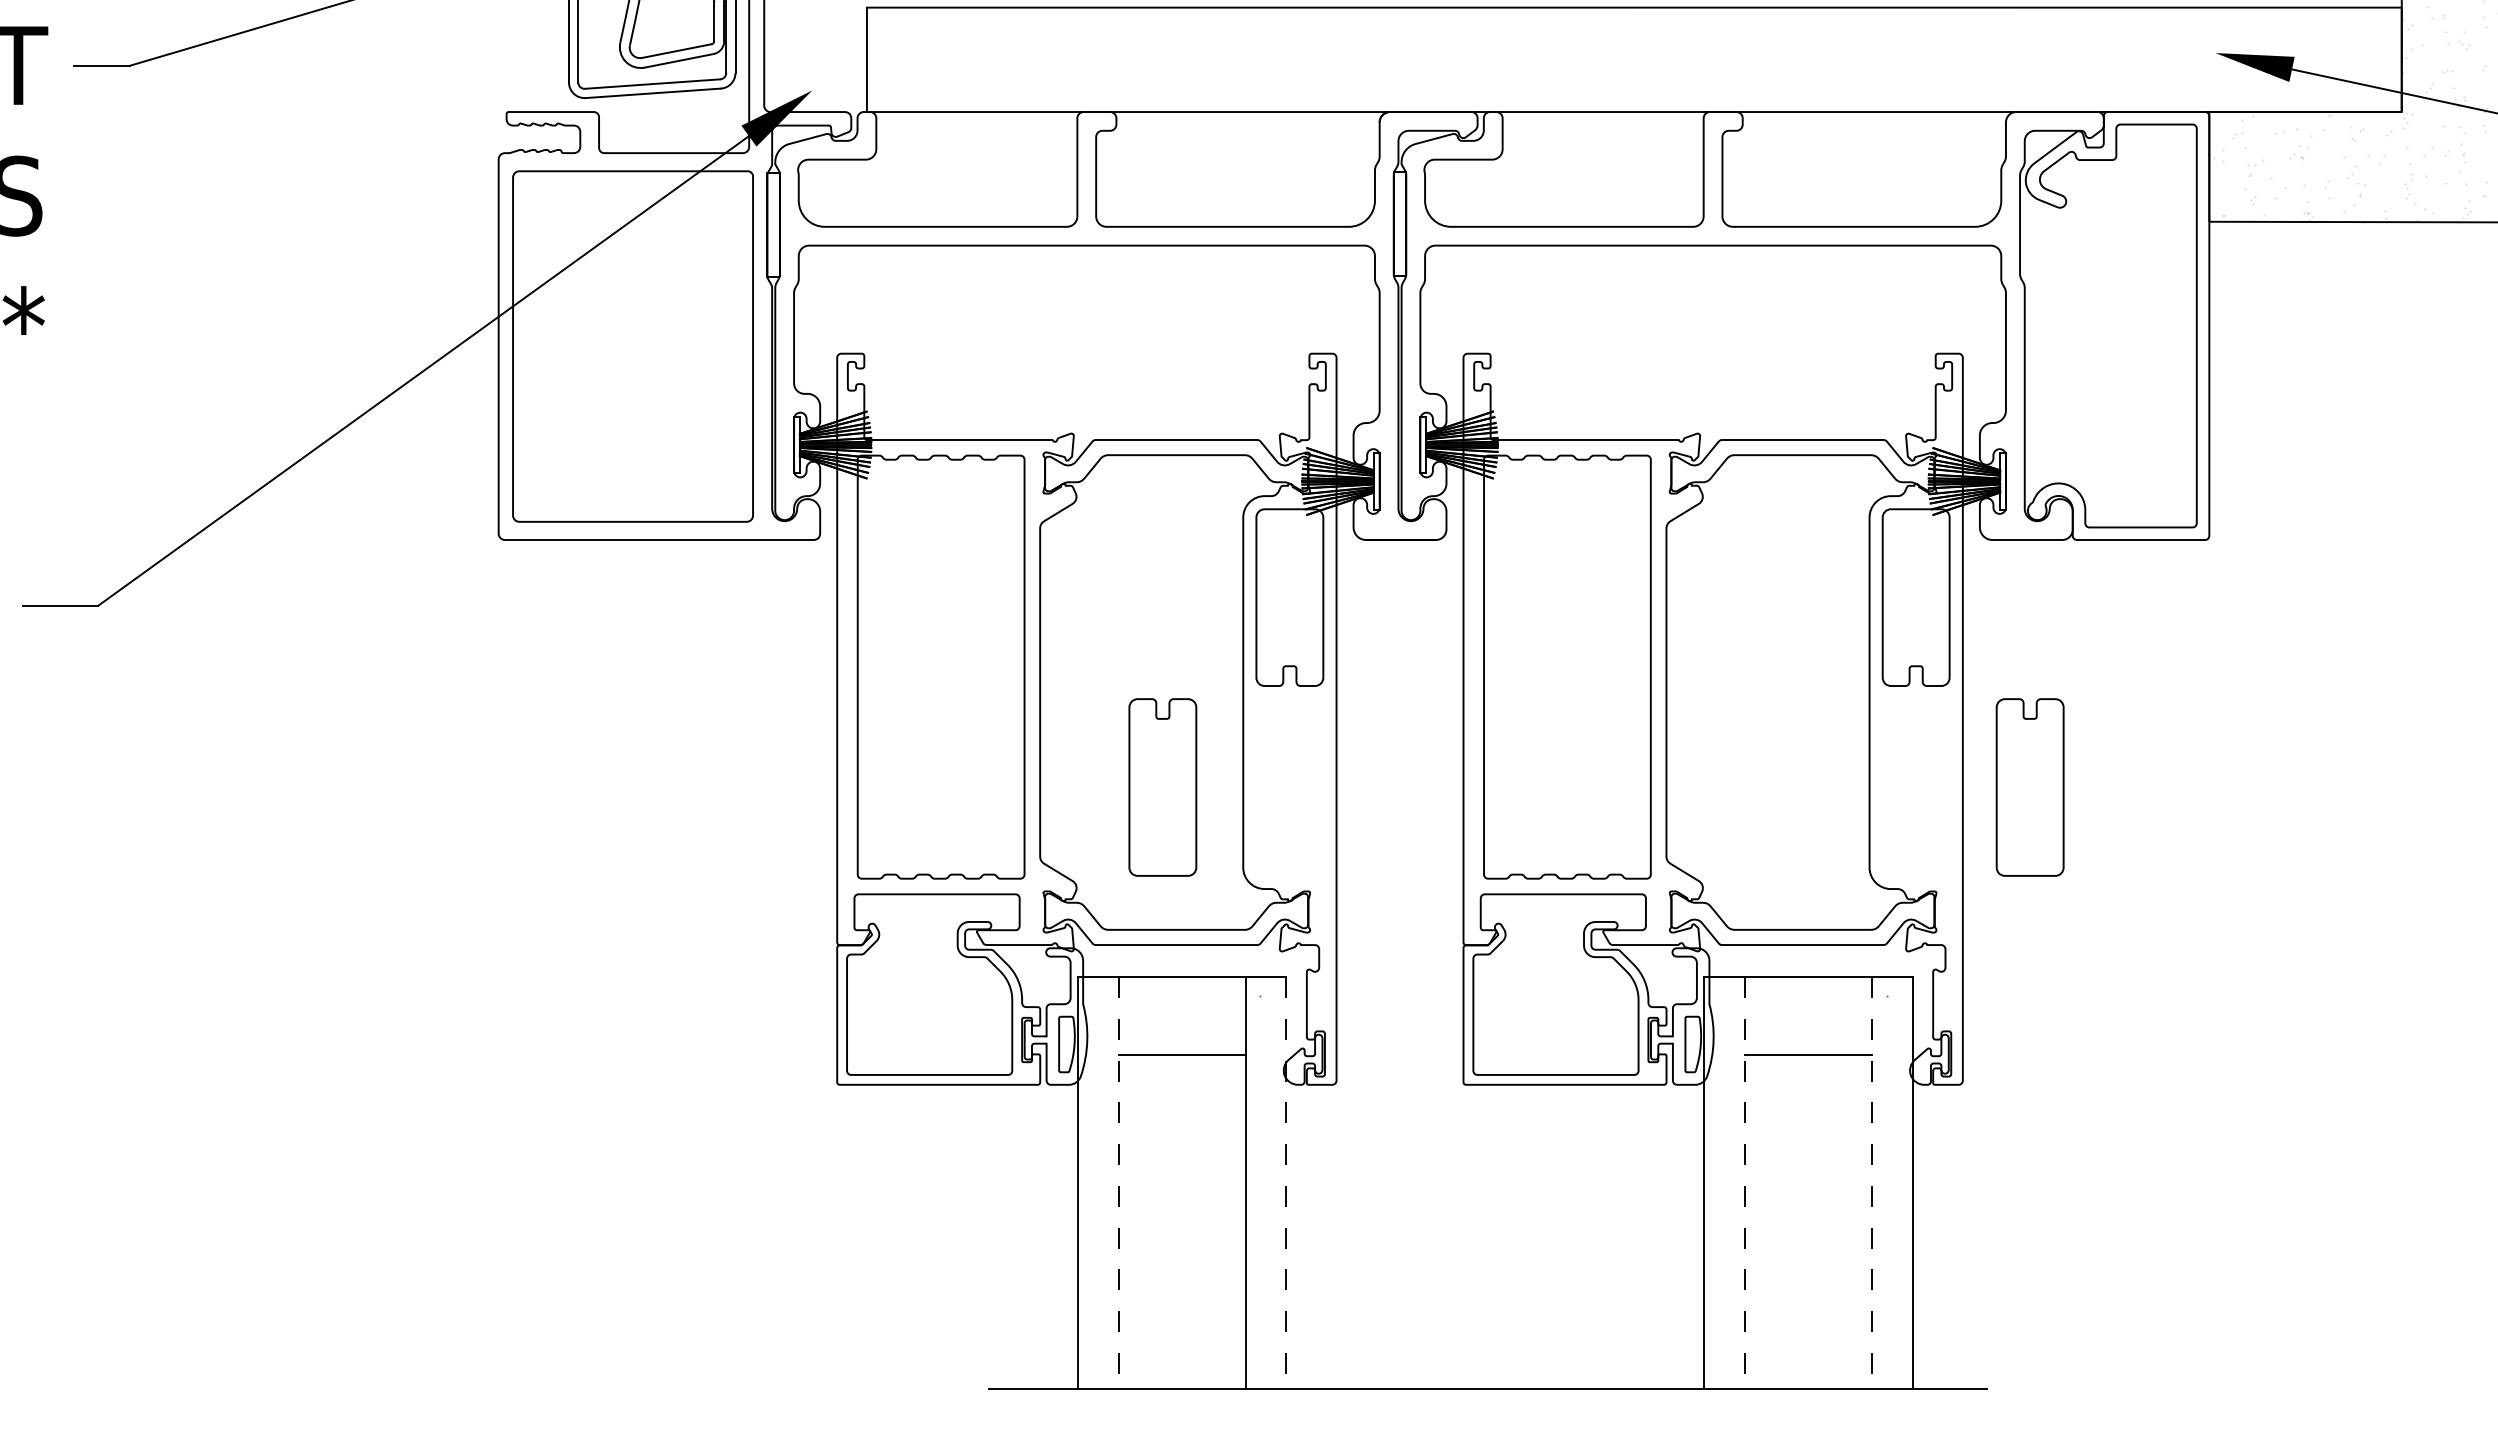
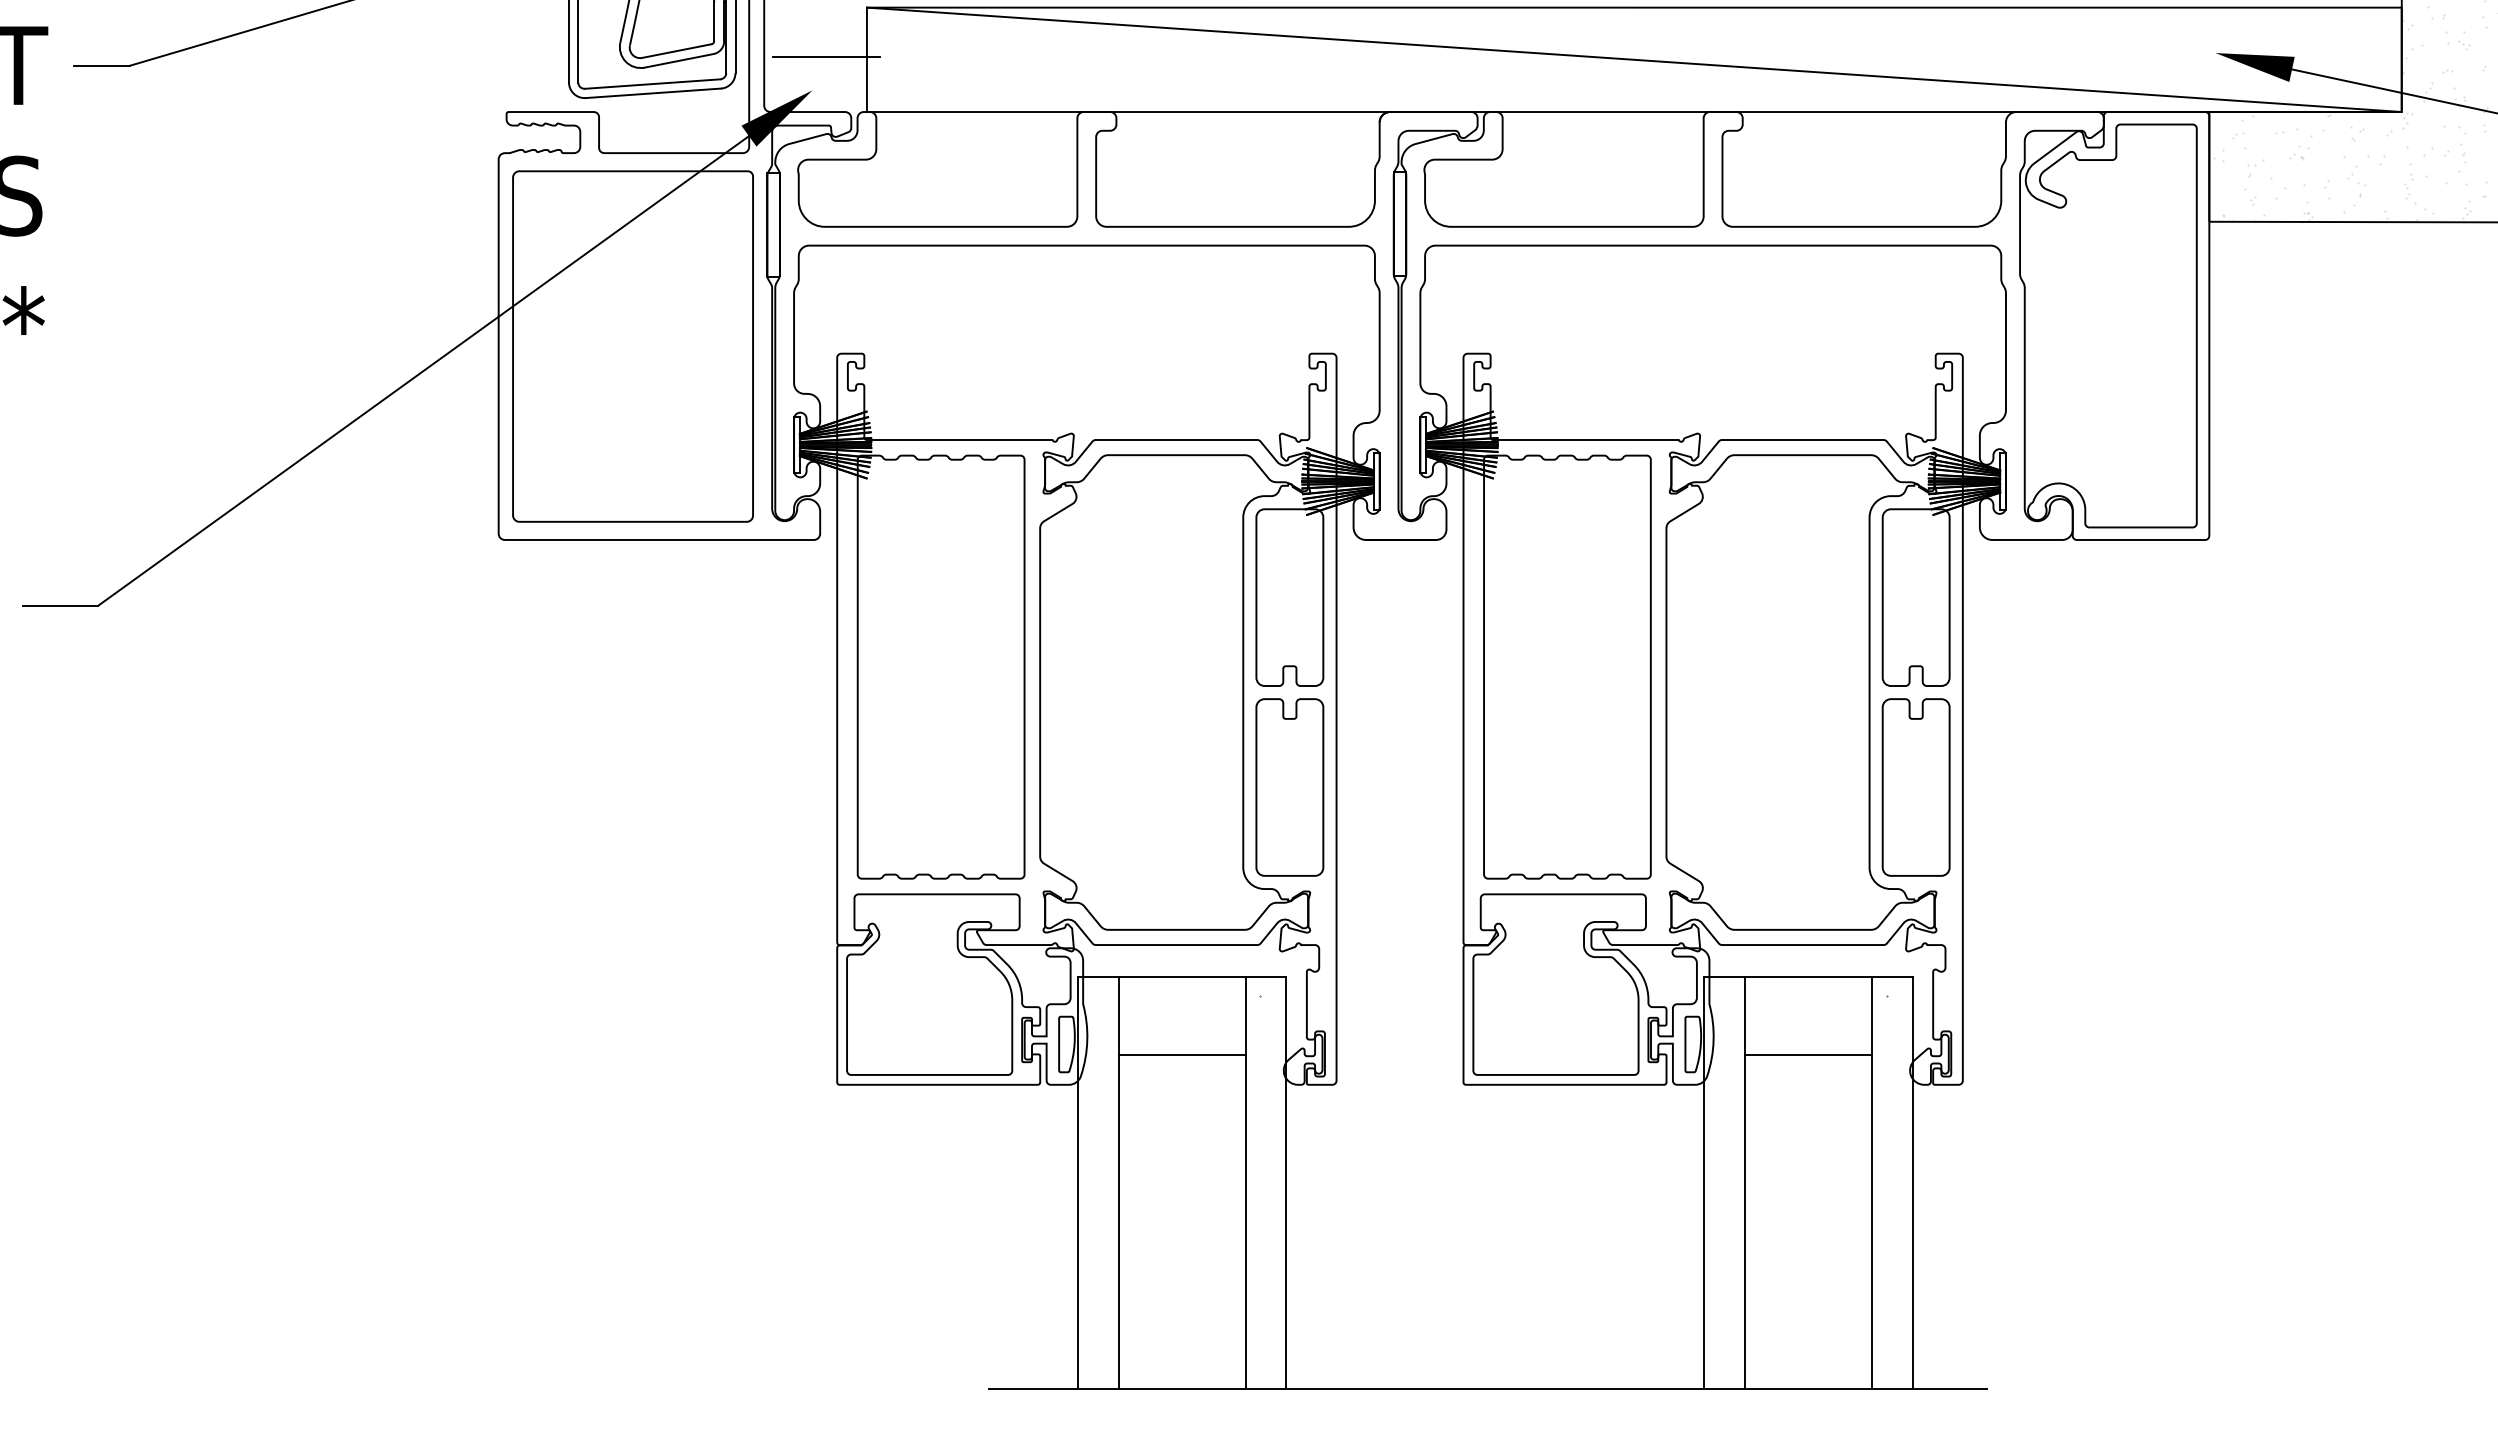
line at (826, 56): none -> present
line at (1633, 59): none -> present
part at (1162, 787) position: (1162, 787) -> (1289, 787)
part at (2029, 787) position: (2029, 787) -> (1915, 787)
line at (1118, 1182): dashed -> solid
line at (1286, 1182): dashed -> solid
line at (1744, 1182): dashed -> solid
line at (1871, 1182): dashed -> solid
